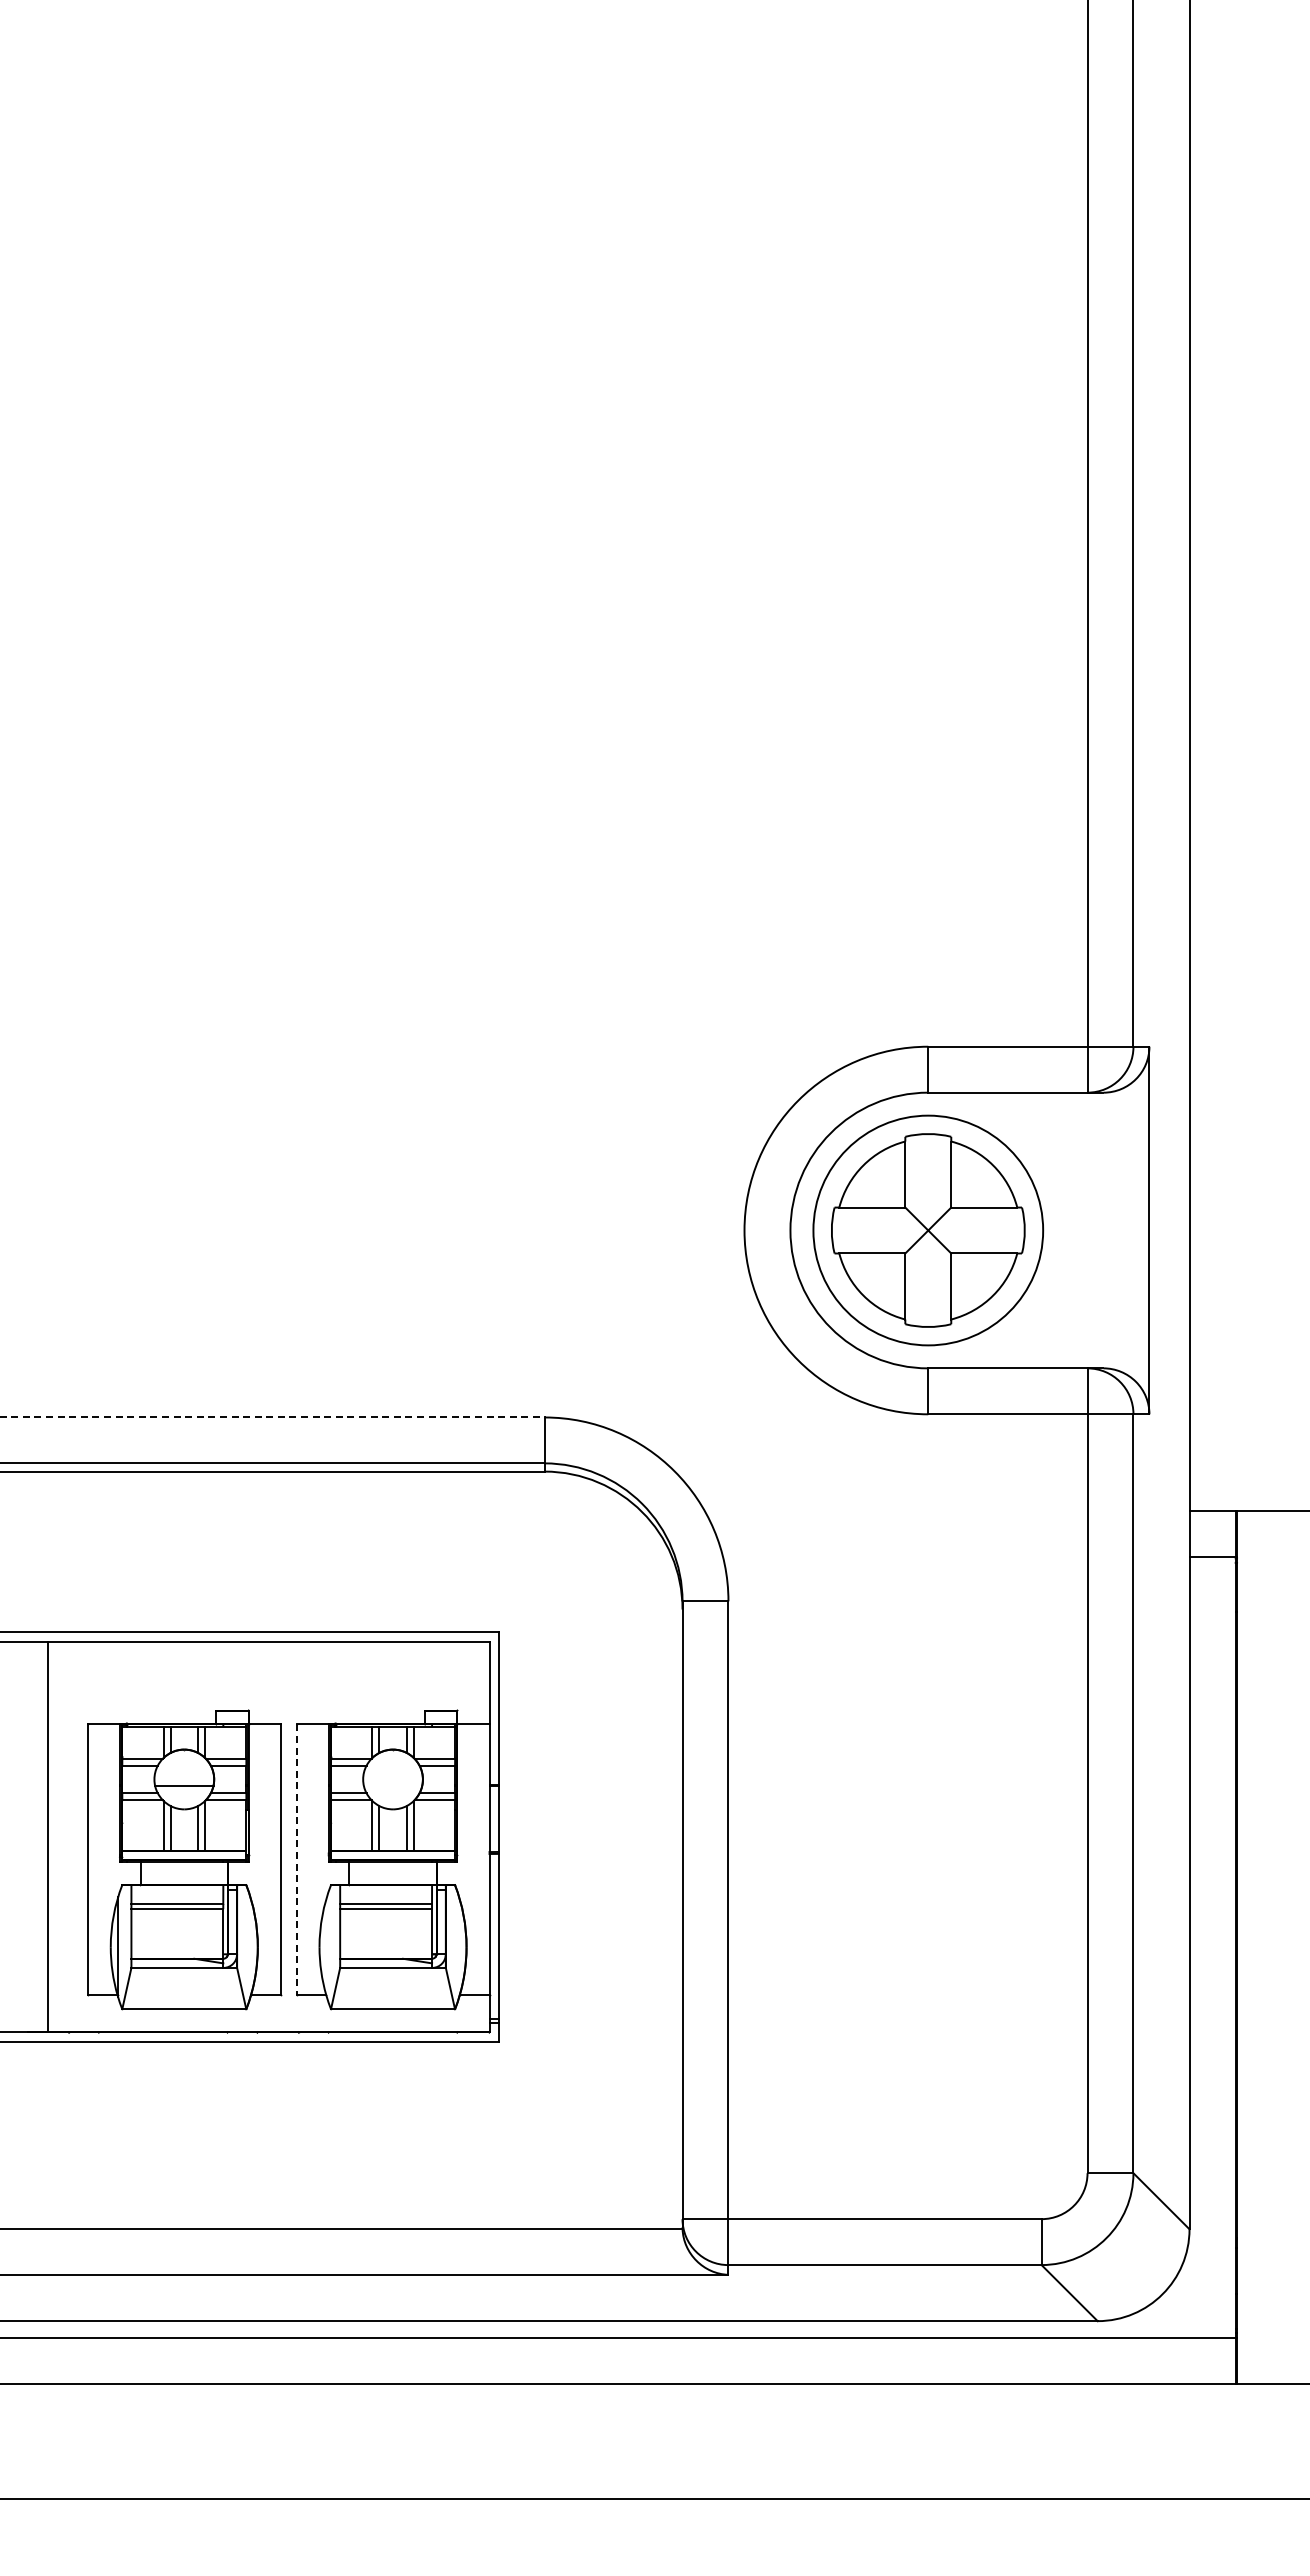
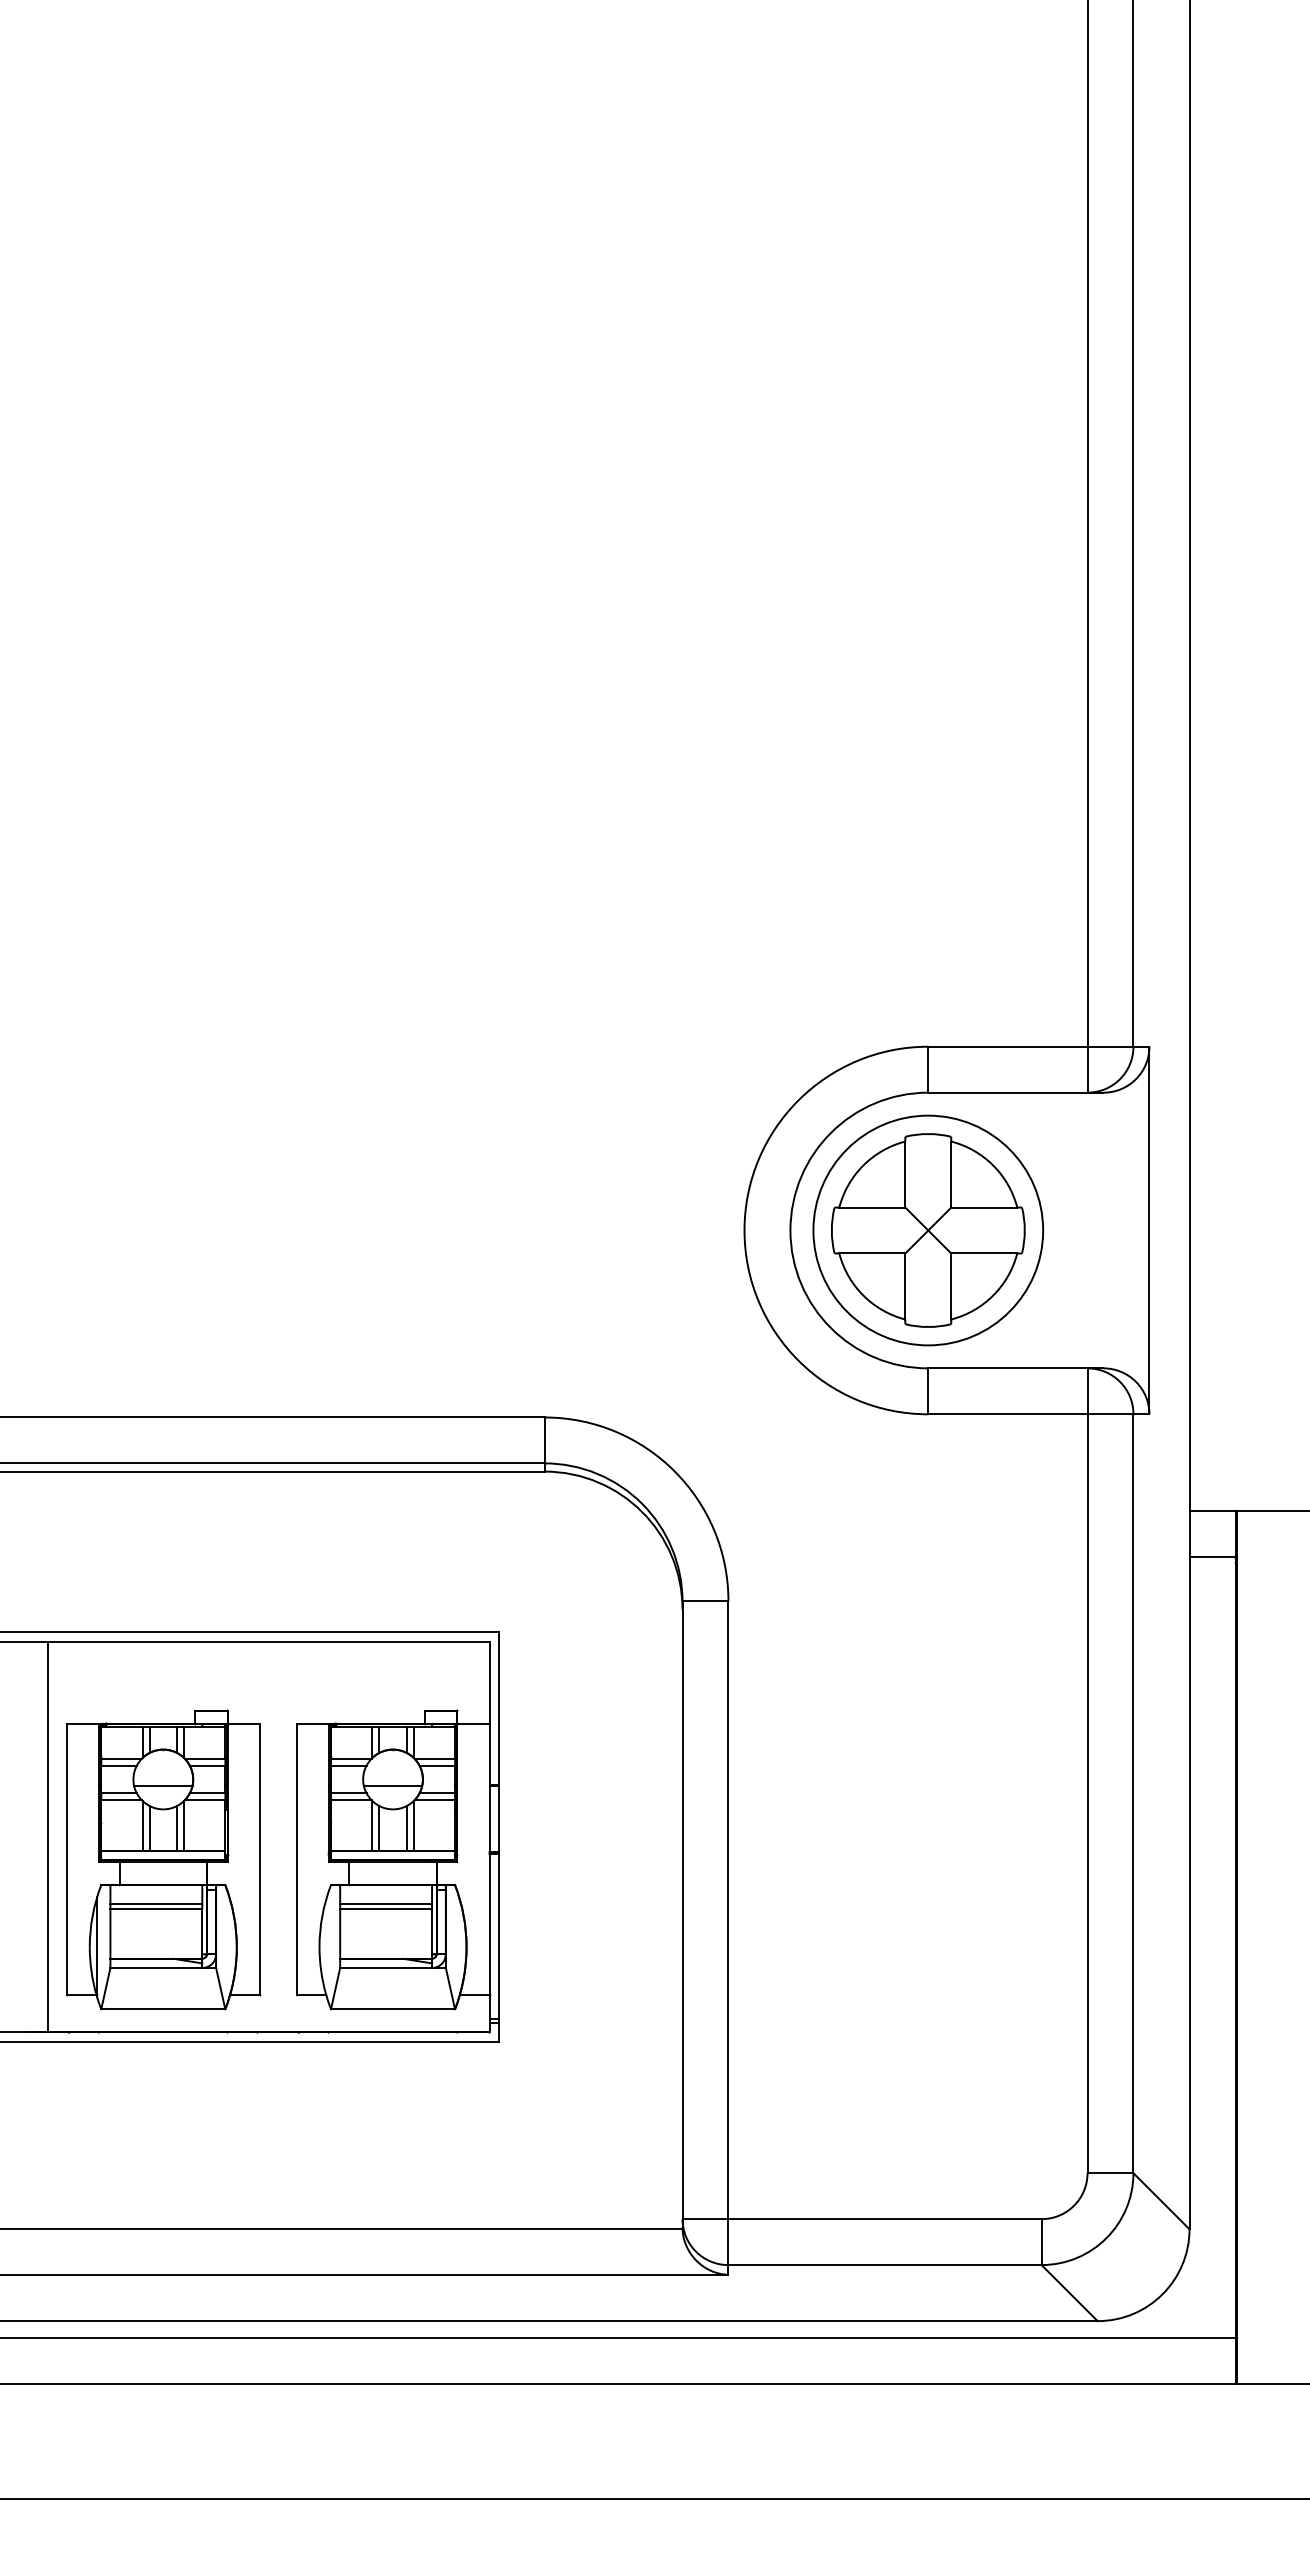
line at (272, 1417): dashed -> solid
line at (392, 1785): none -> present
part at (184, 1859) position: (184, 1859) -> (163, 1859)
line at (296, 1859): dashed -> solid
